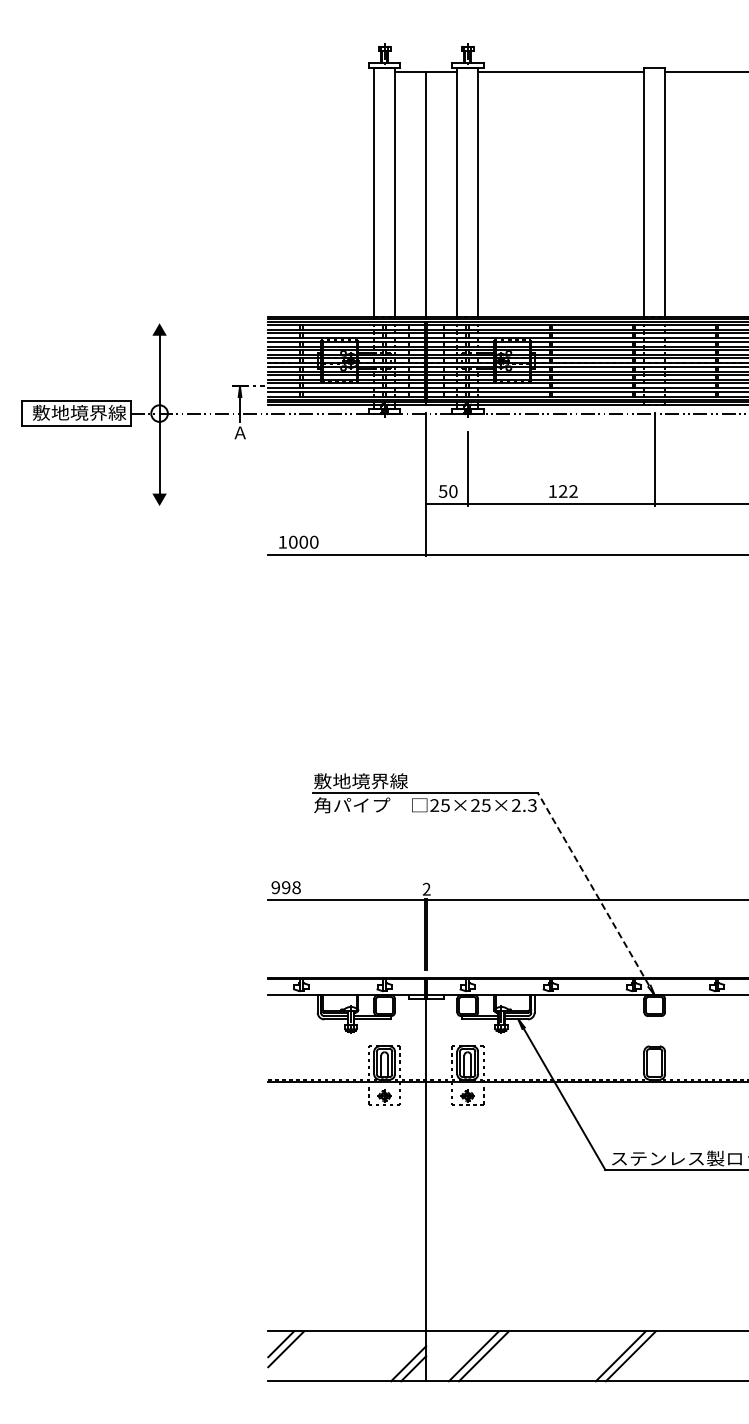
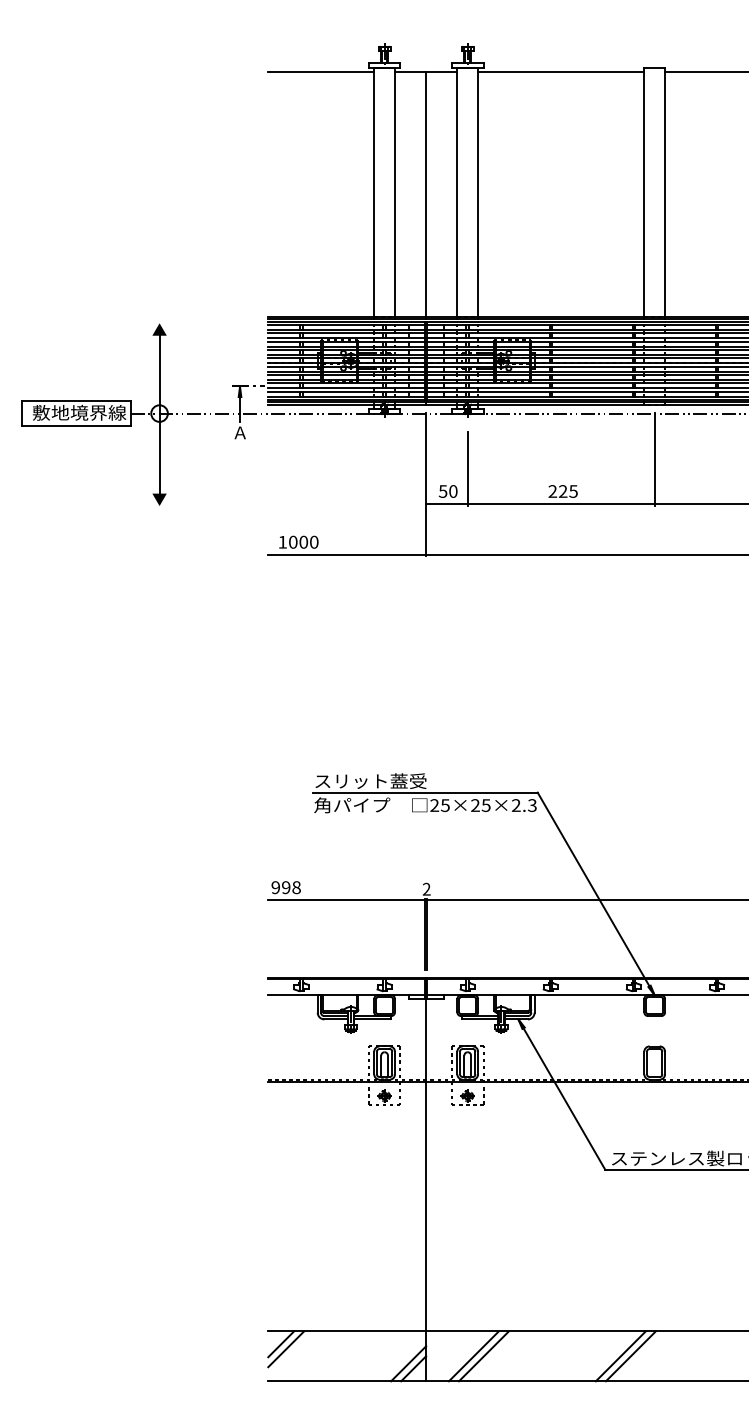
line at (321, 72): none -> present
text at (562, 491): 122 -> 225
text at (370, 781): 敷地境界線 -> スリット蓋受
line at (595, 893): dashed -> solid
